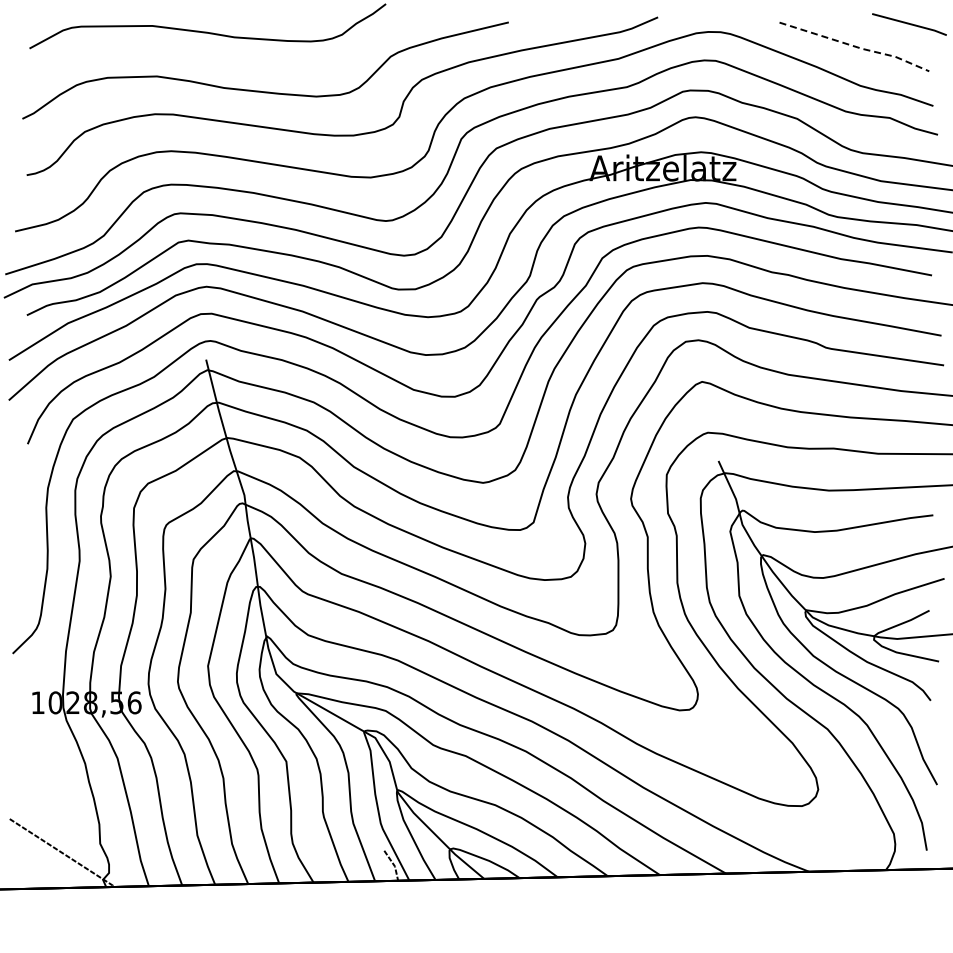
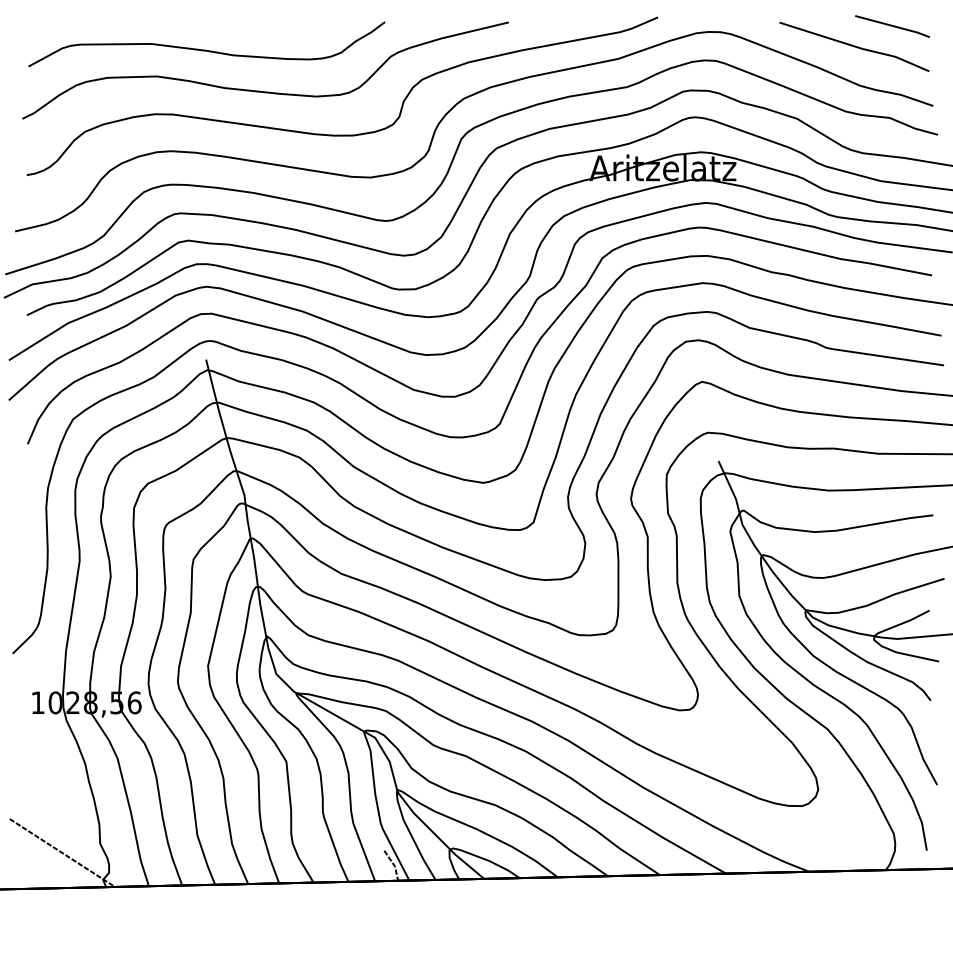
line at (909, 24) position: (909, 24) -> (892, 26)
curve at (207, 31) position: (207, 31) -> (206, 49)
line at (856, 47): dashed -> solid
